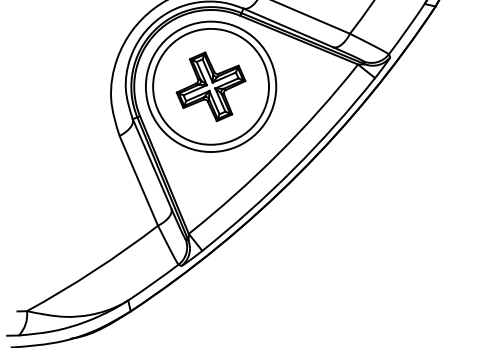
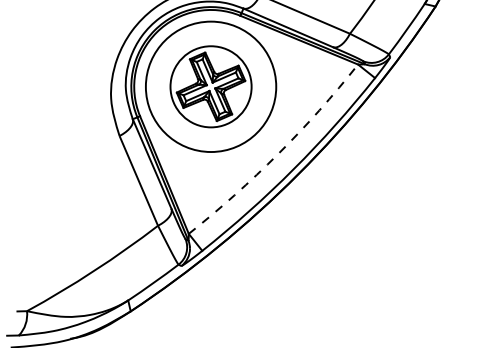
circle at (211, 86) diameter: 116 px -> 81 px
arc at (278, 154): solid -> dashed
